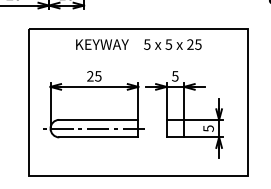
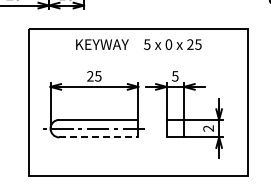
text at (168, 44): 5 -> 0
text at (208, 128): 5 -> 2
line at (98, 137): solid -> dashed
